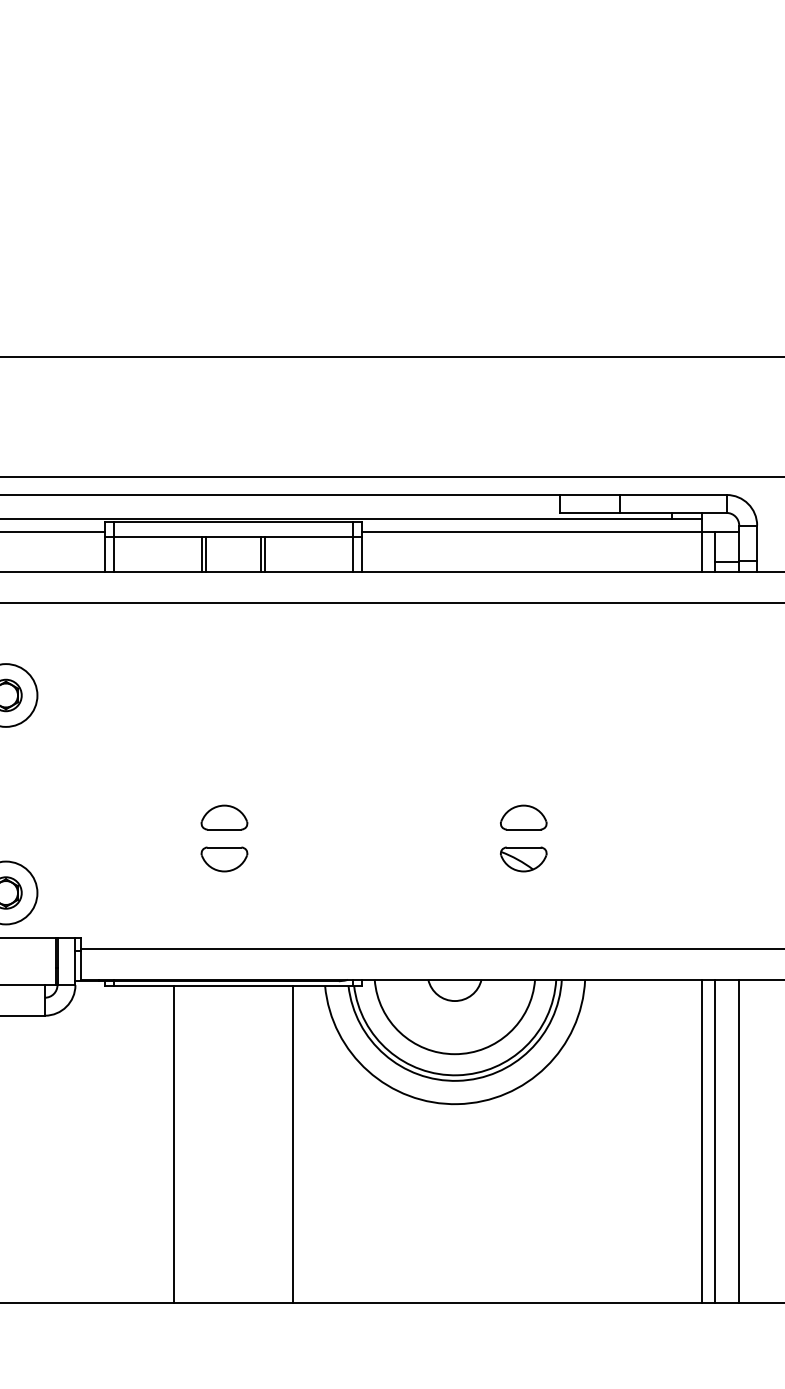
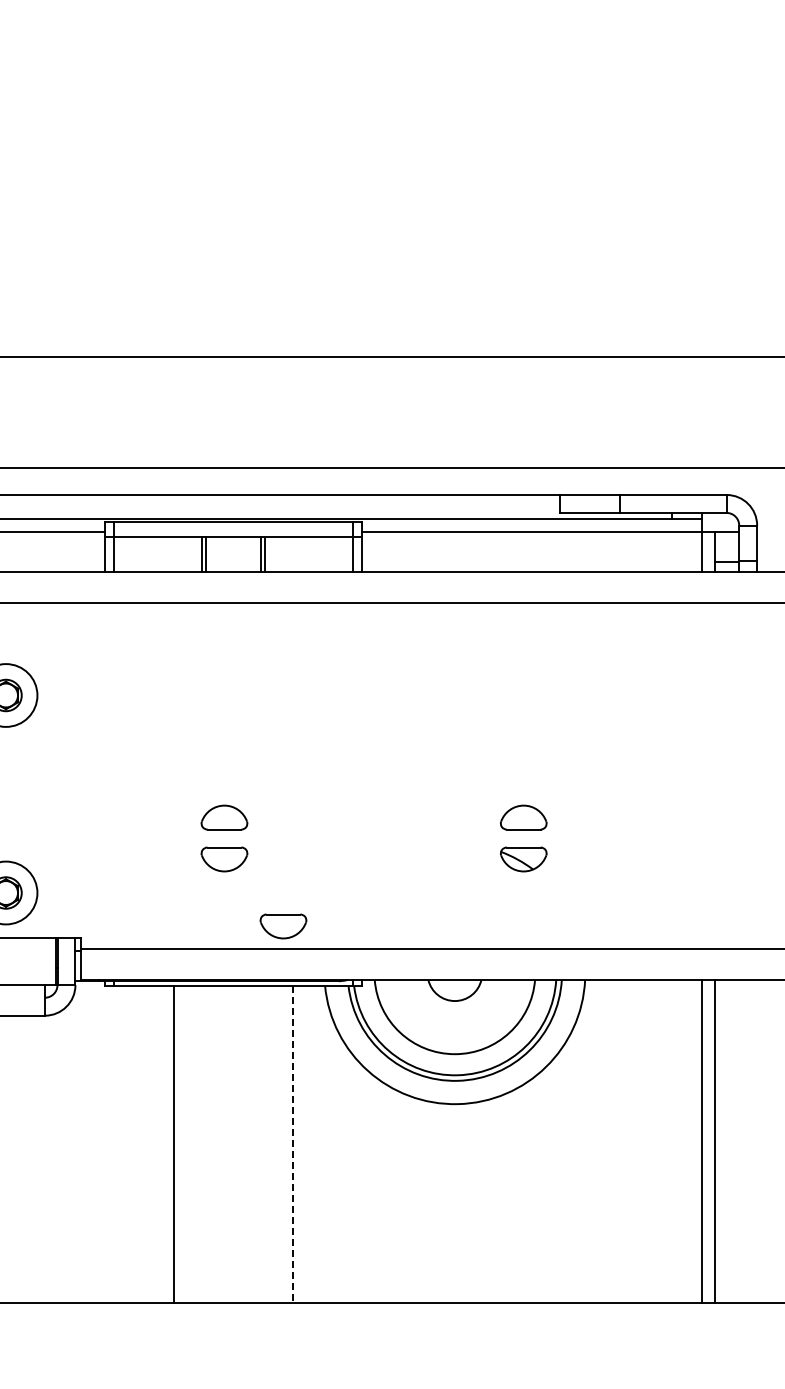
line at (391, 477) position: (391, 477) -> (391, 468)
part at (283, 926): none -> present
line at (739, 1140): present -> none
line at (293, 1144): solid -> dashed
